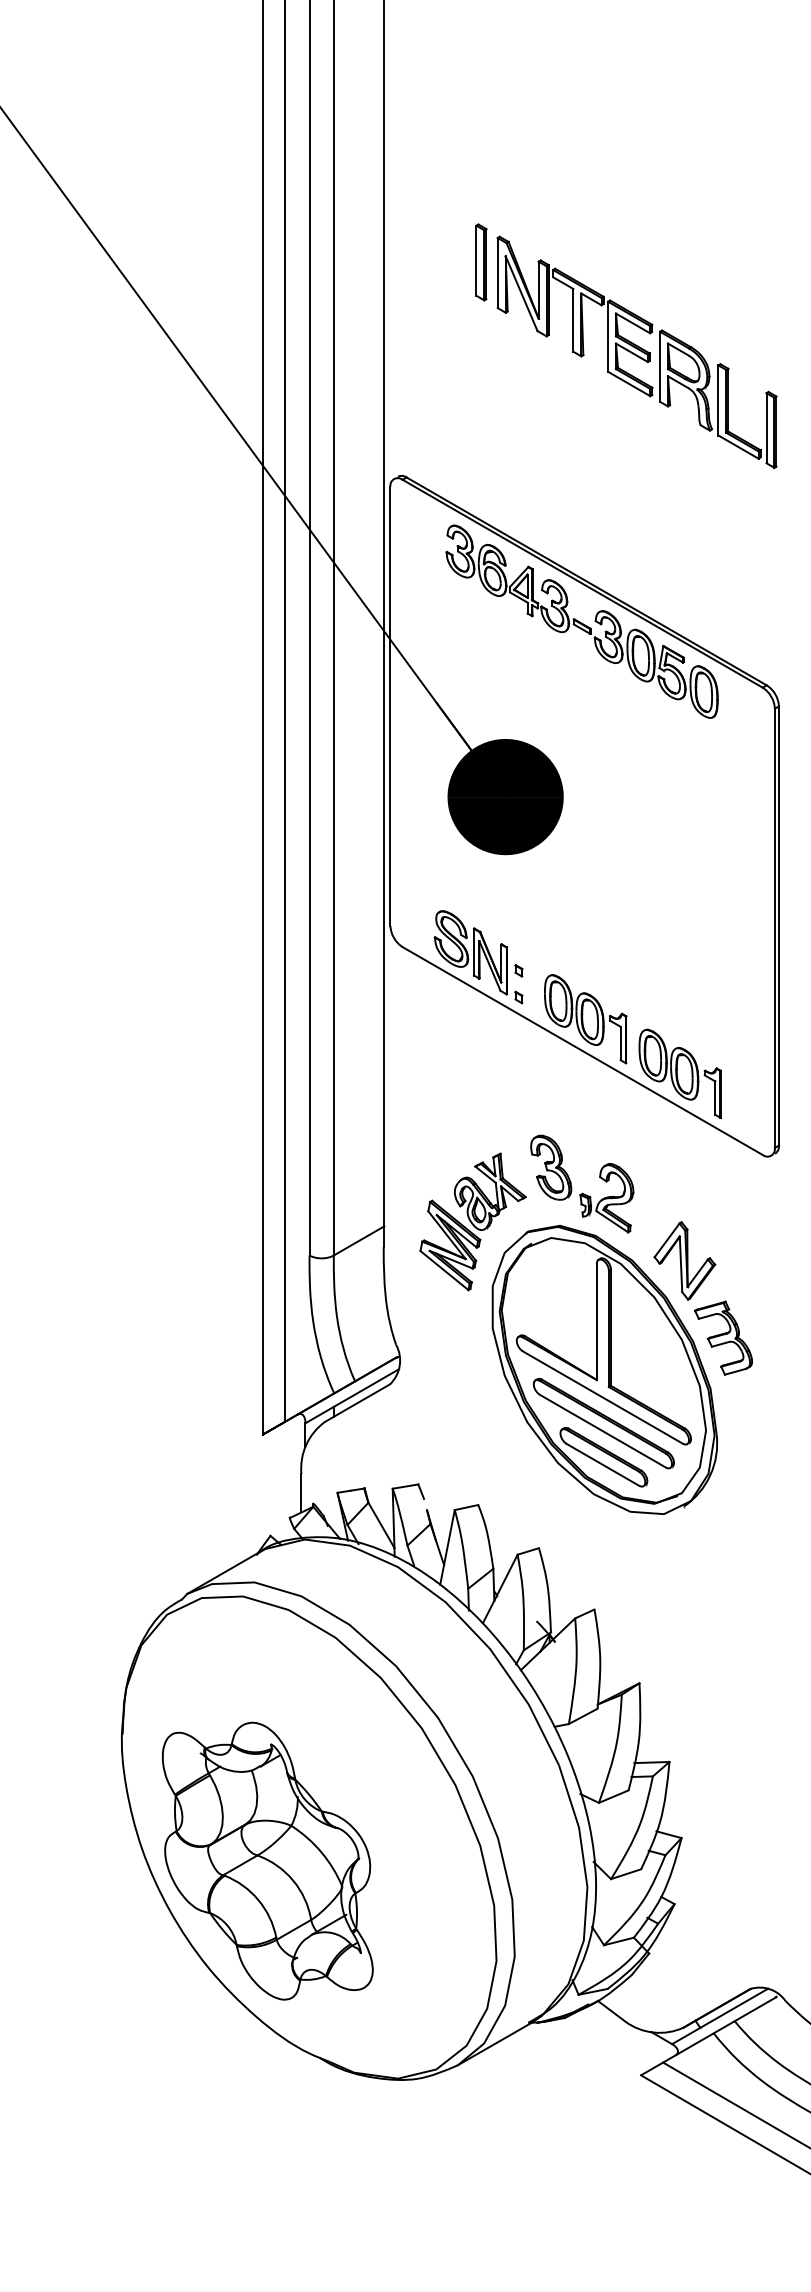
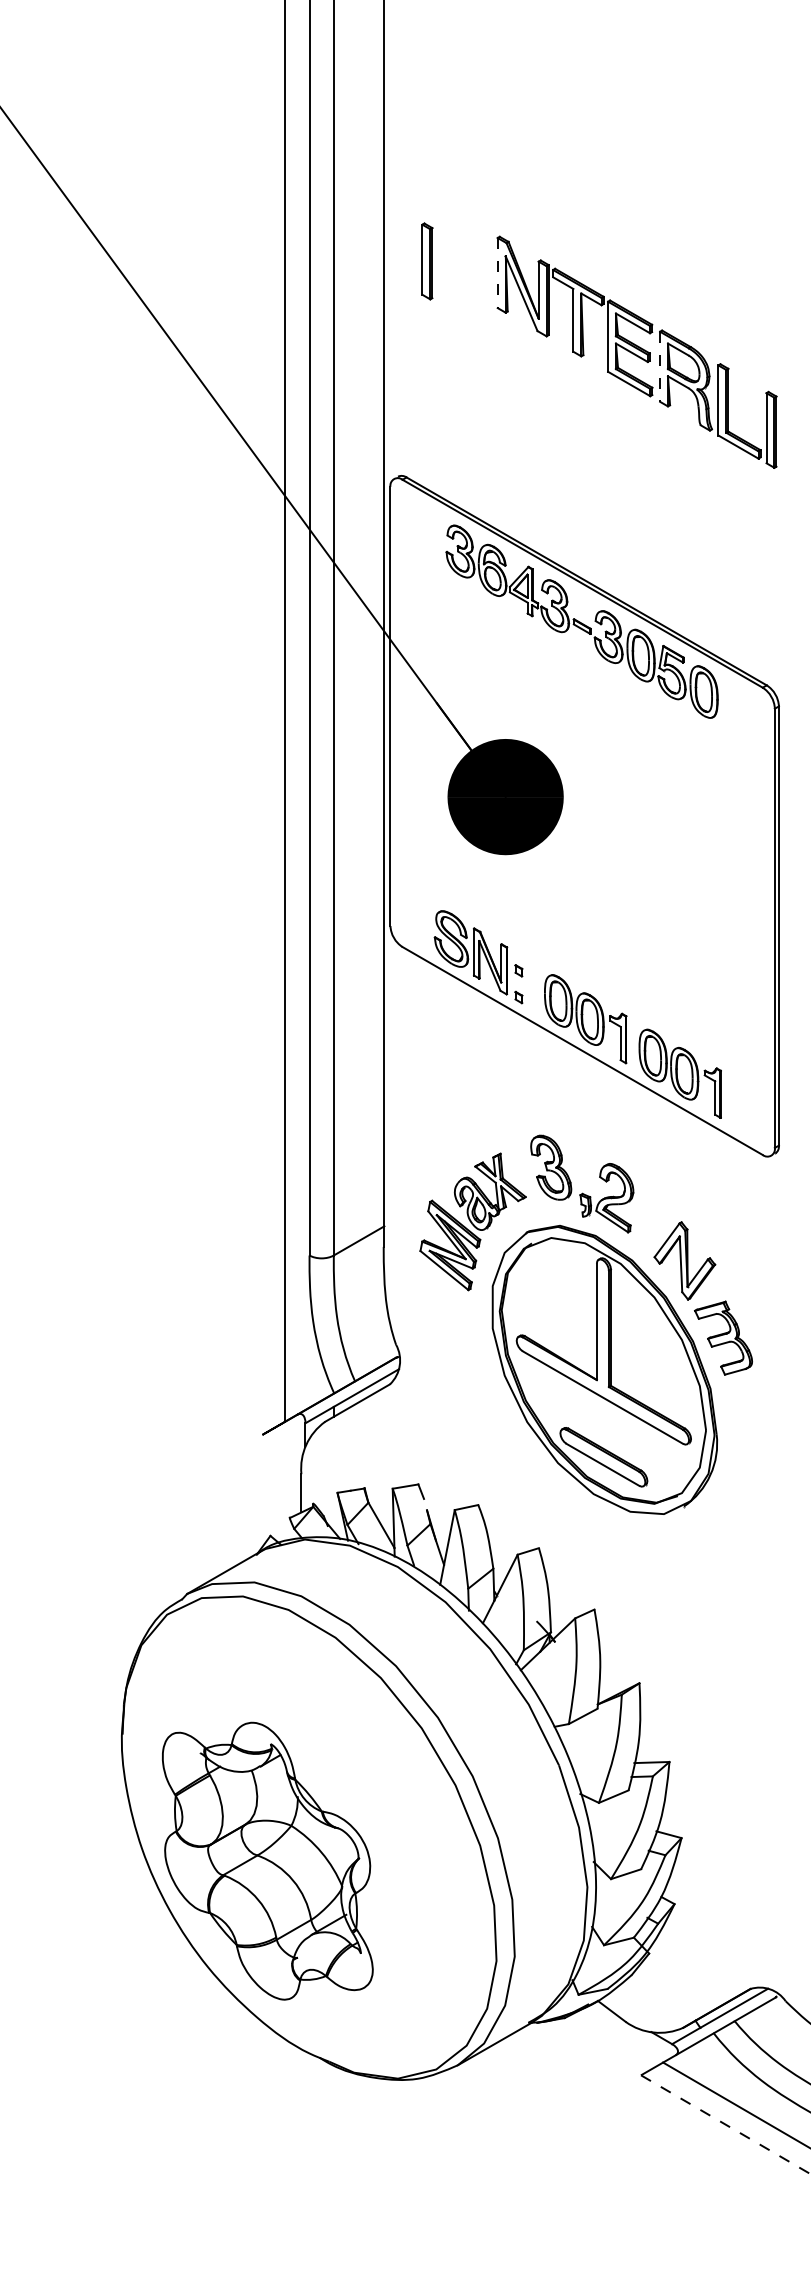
part at (481, 262) position: (481, 262) -> (427, 261)
line at (497, 273): solid -> dashed
line at (660, 367): solid -> dashed
line at (262, 718): present -> none
part at (603, 1423): present -> none
line at (725, 2124): solid -> dashed
